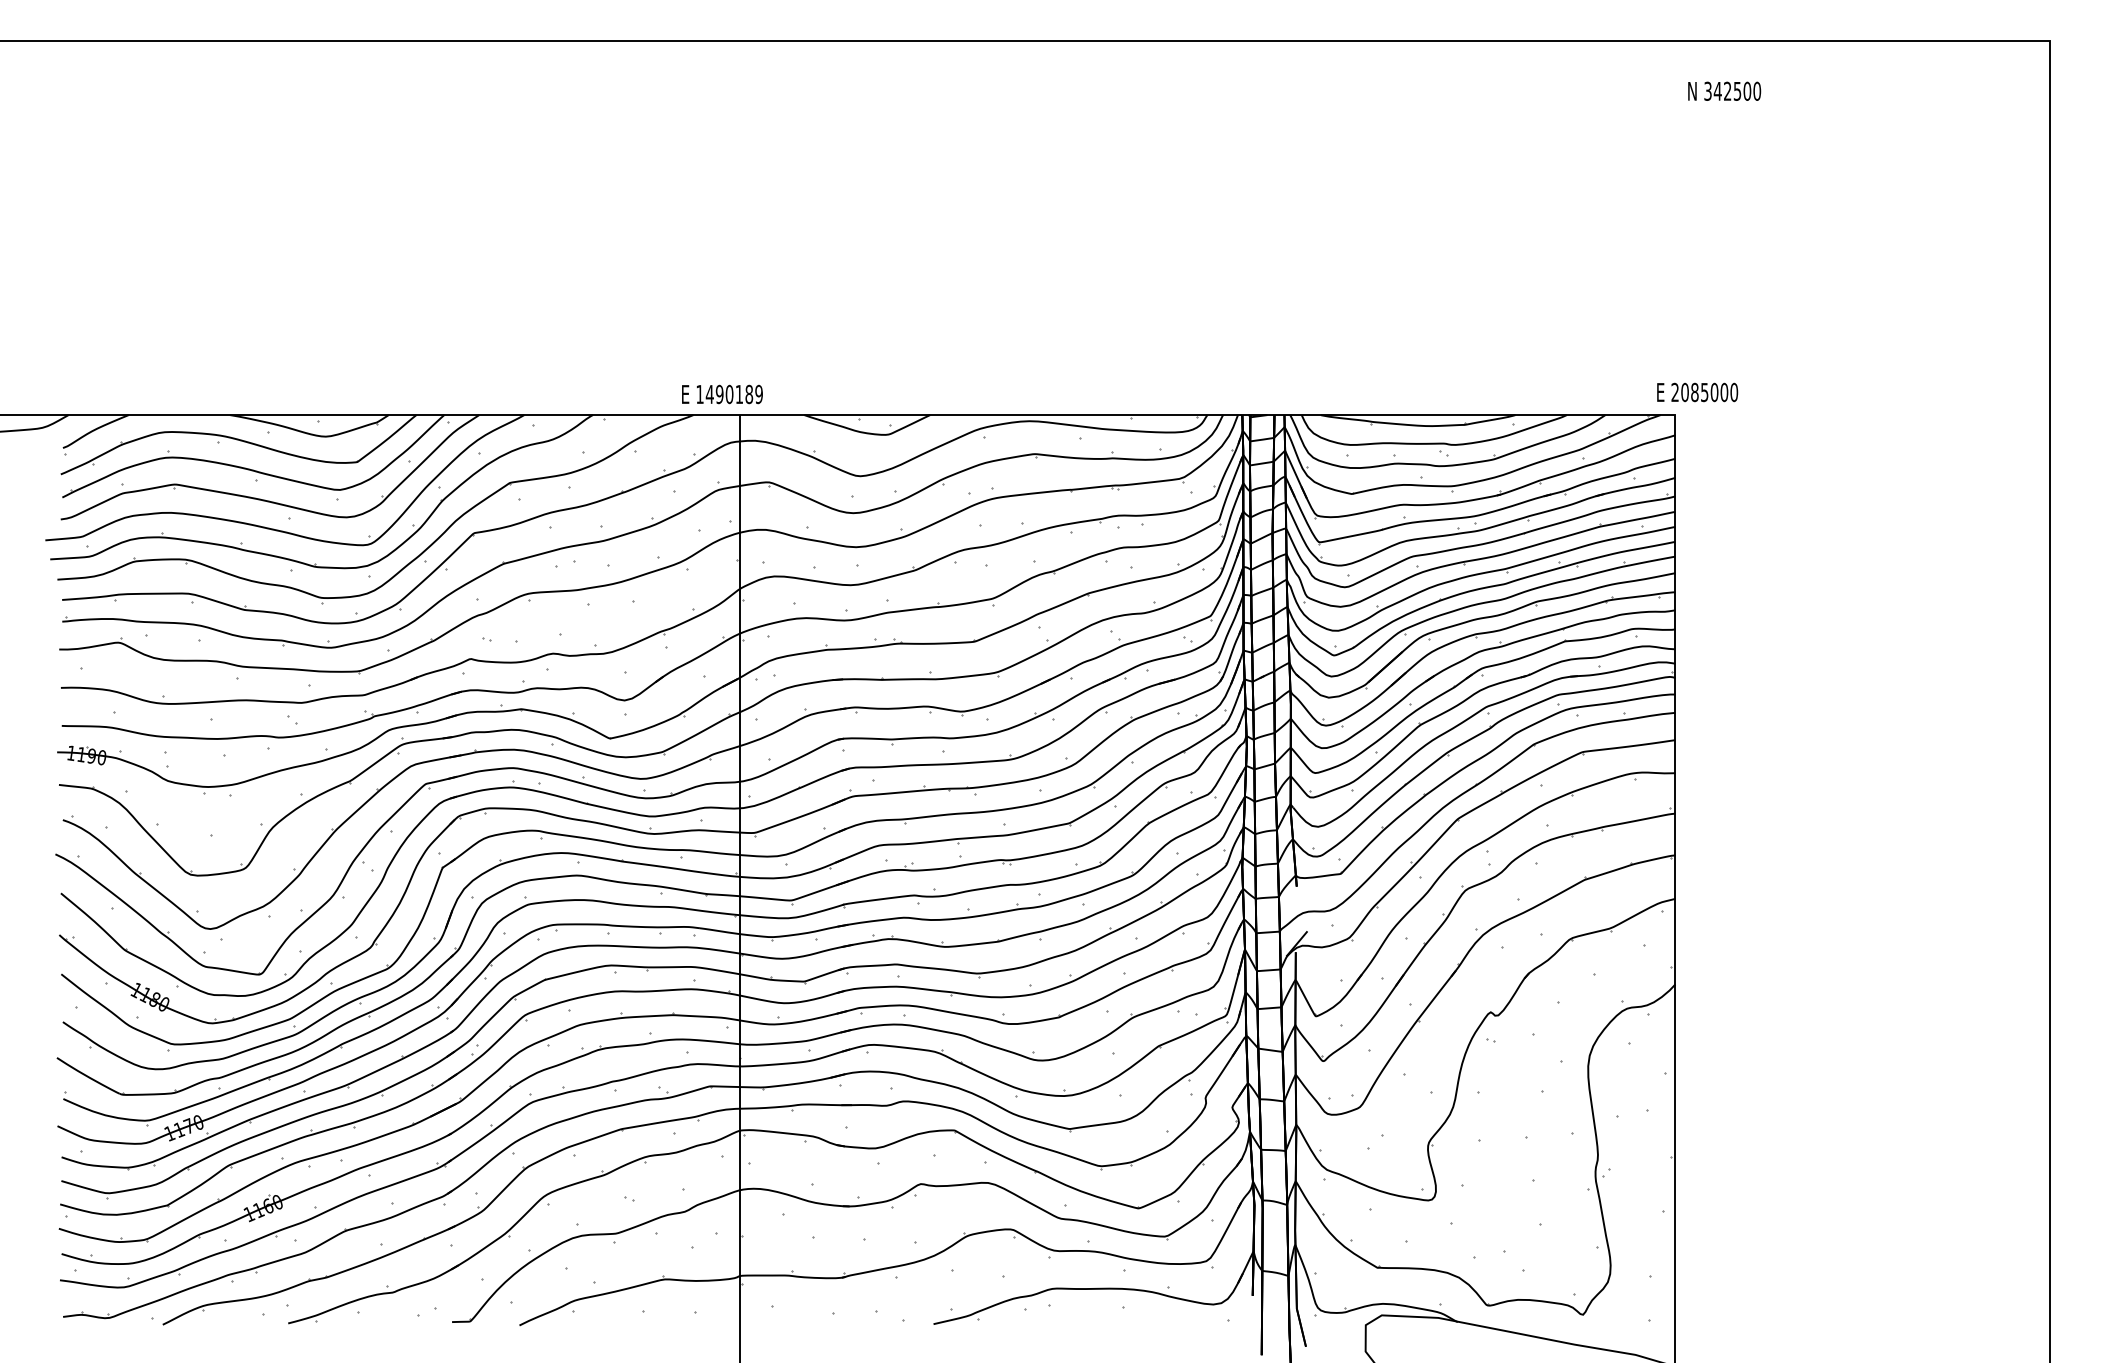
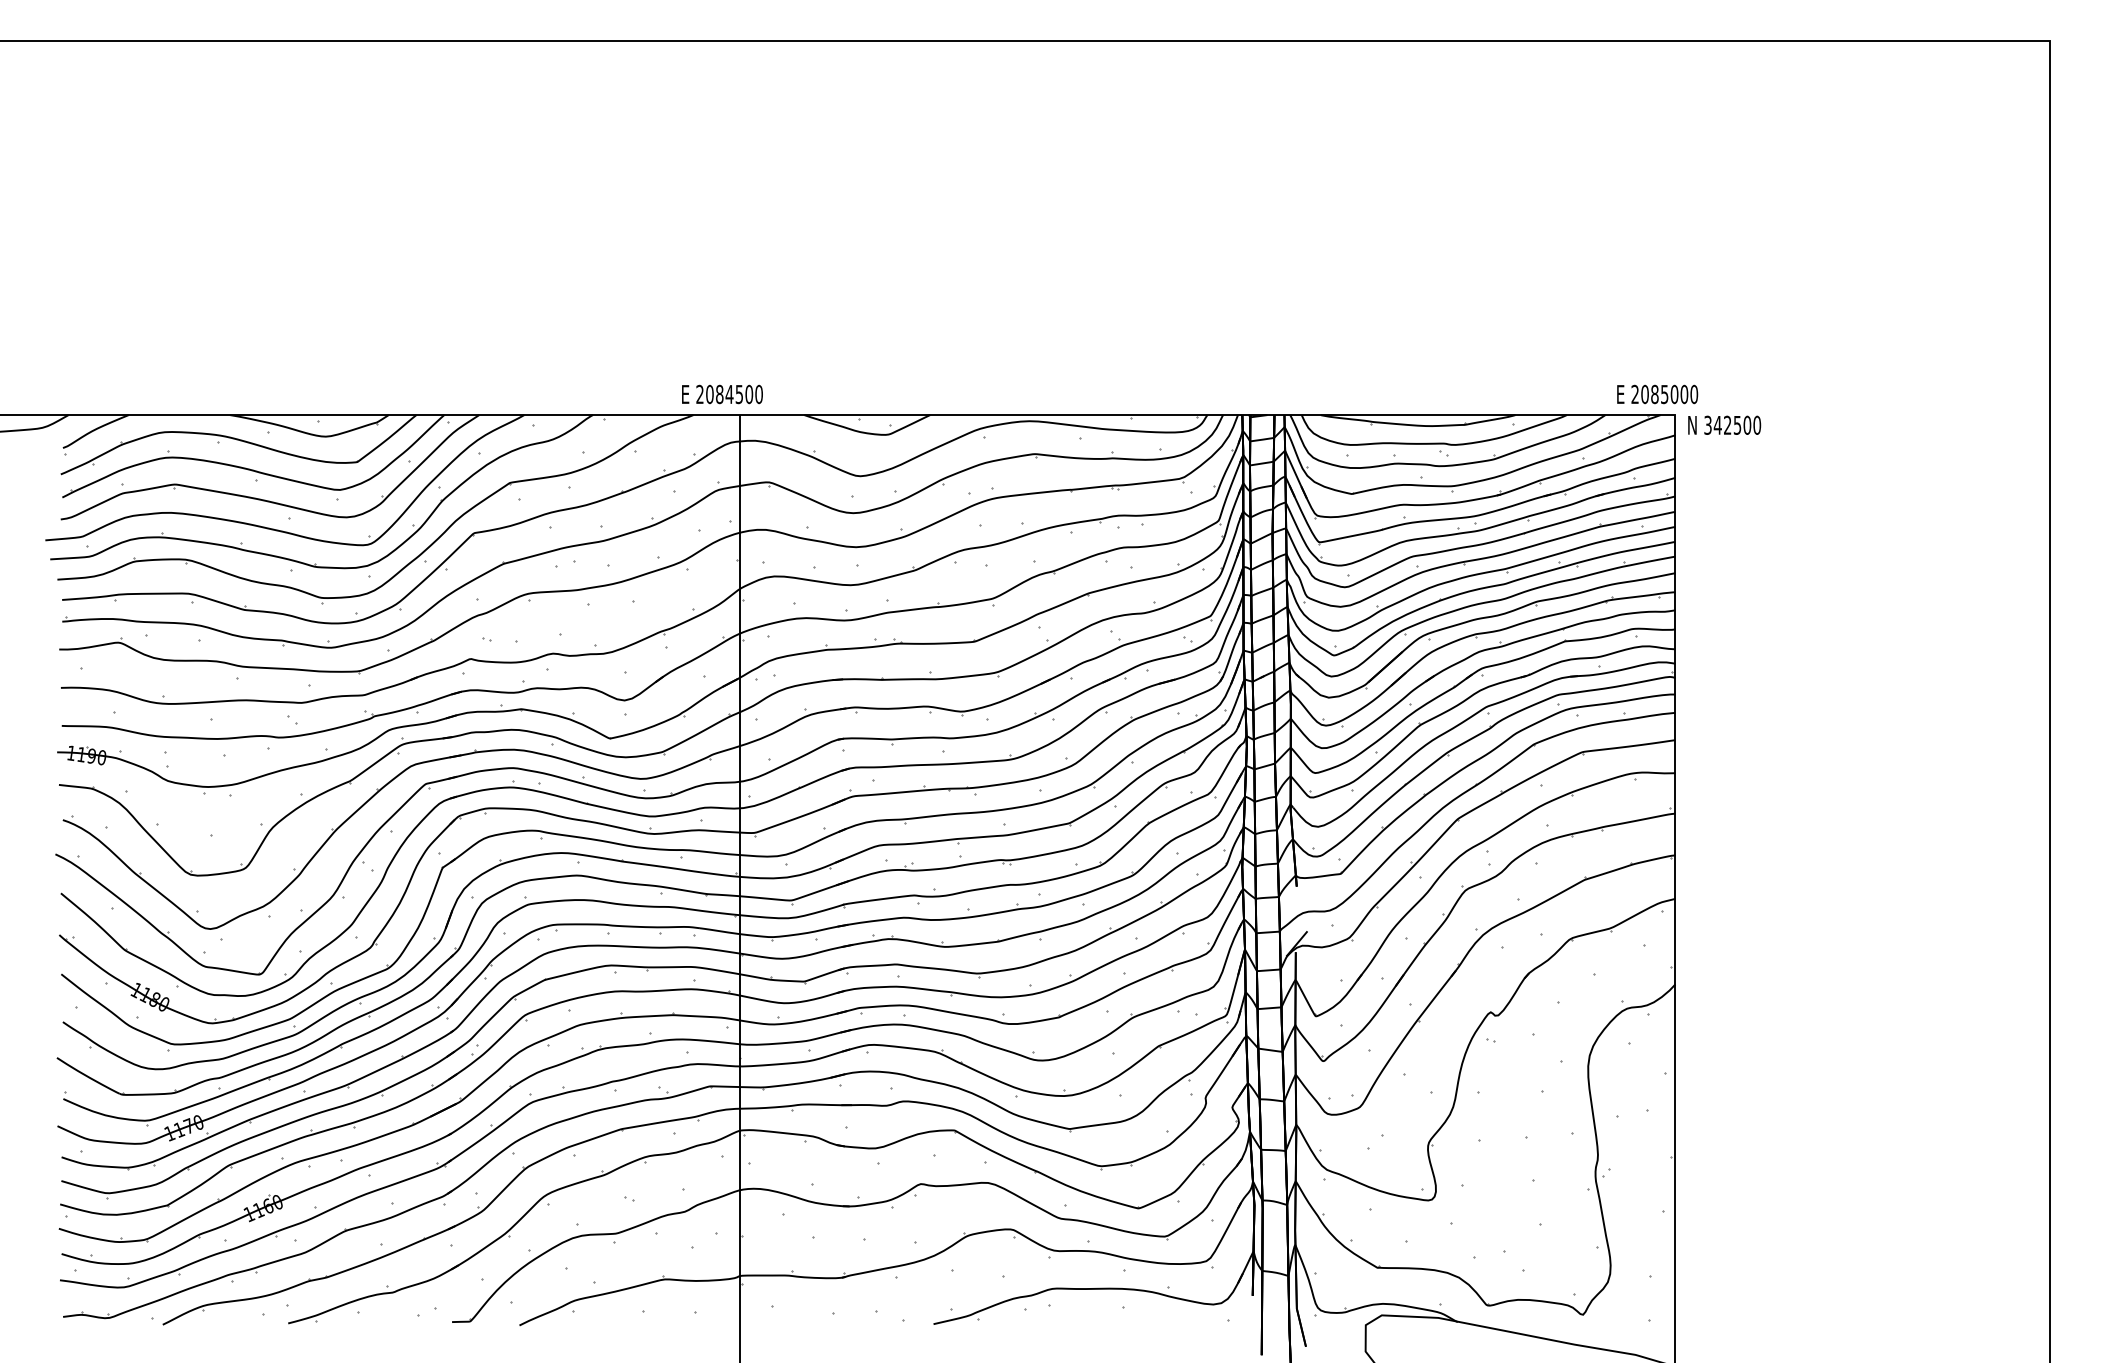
text at (1724, 90) position: (1724, 90) -> (1724, 424)
text at (1697, 392) position: (1697, 392) -> (1657, 394)
text at (729, 394): 1490189 -> 2084500
